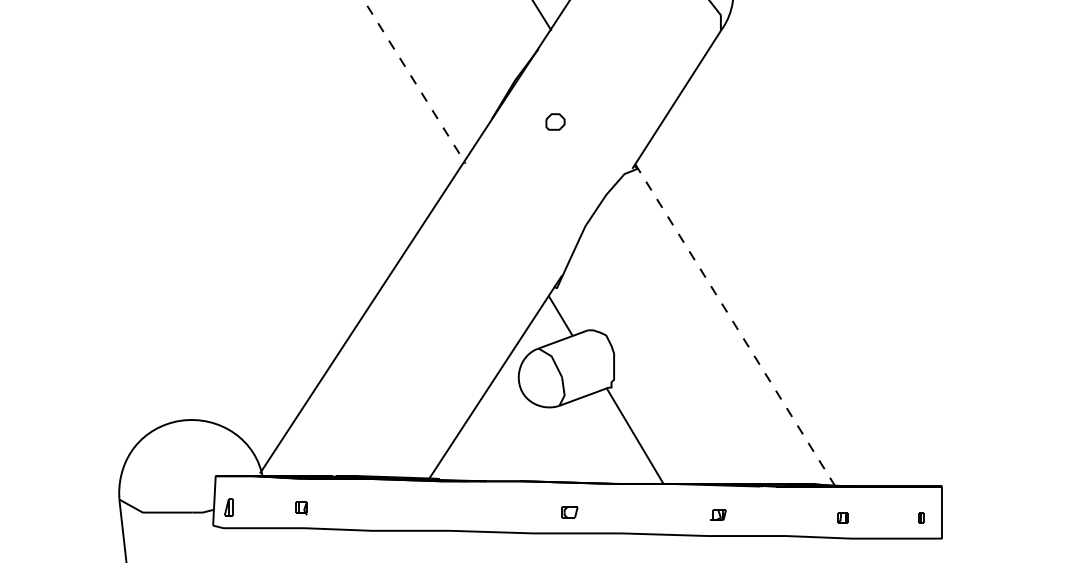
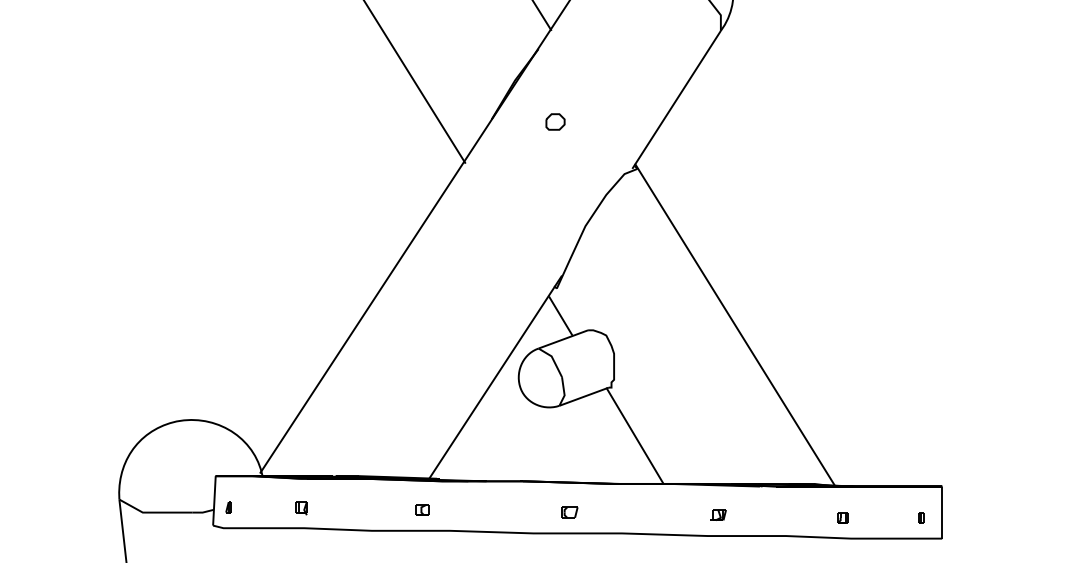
line at (414, 82): dashed -> solid
line at (734, 324): dashed -> solid
part at (228, 507) size: 10x19 px -> 7x13 px
part at (422, 509): none -> present
